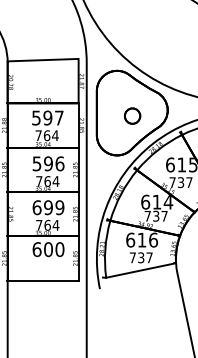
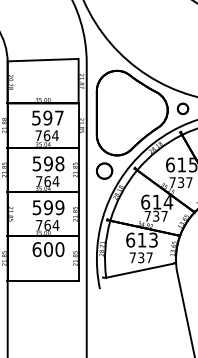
part at (182, 108): none -> present
circle at (132, 115) position: (132, 115) -> (104, 170)
text at (59, 163): 596 -> 598
text at (36, 207): 699 -> 599
text at (153, 239): 616 -> 613
